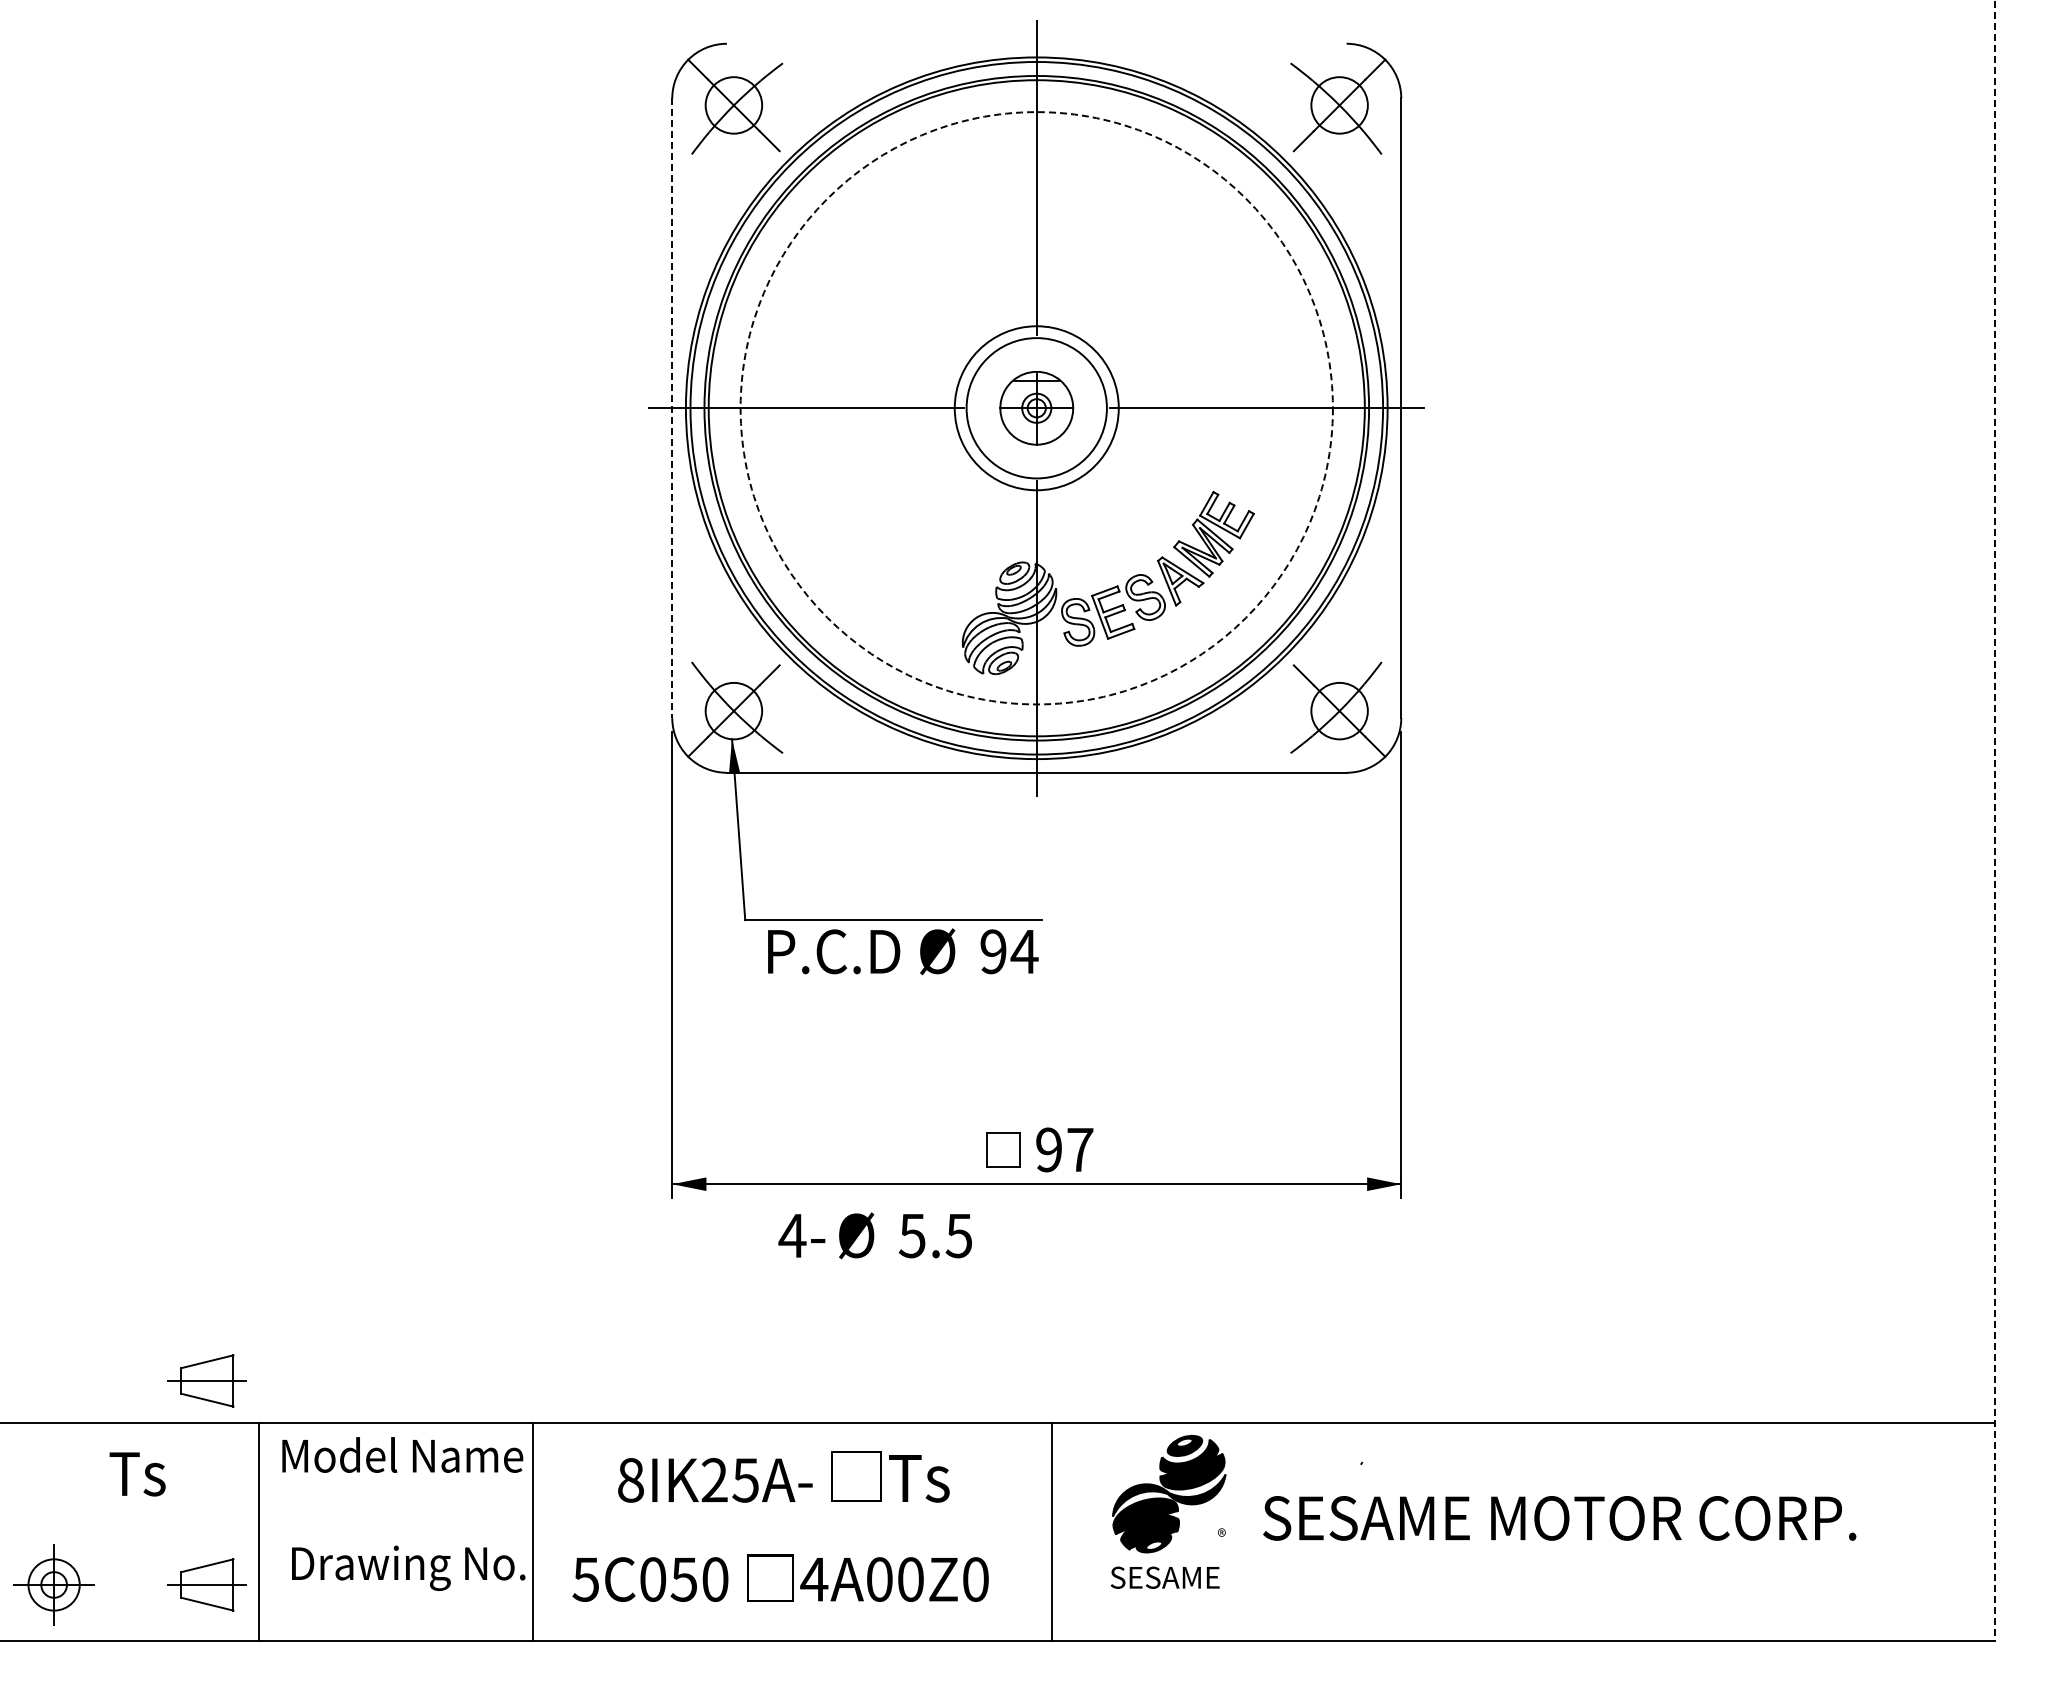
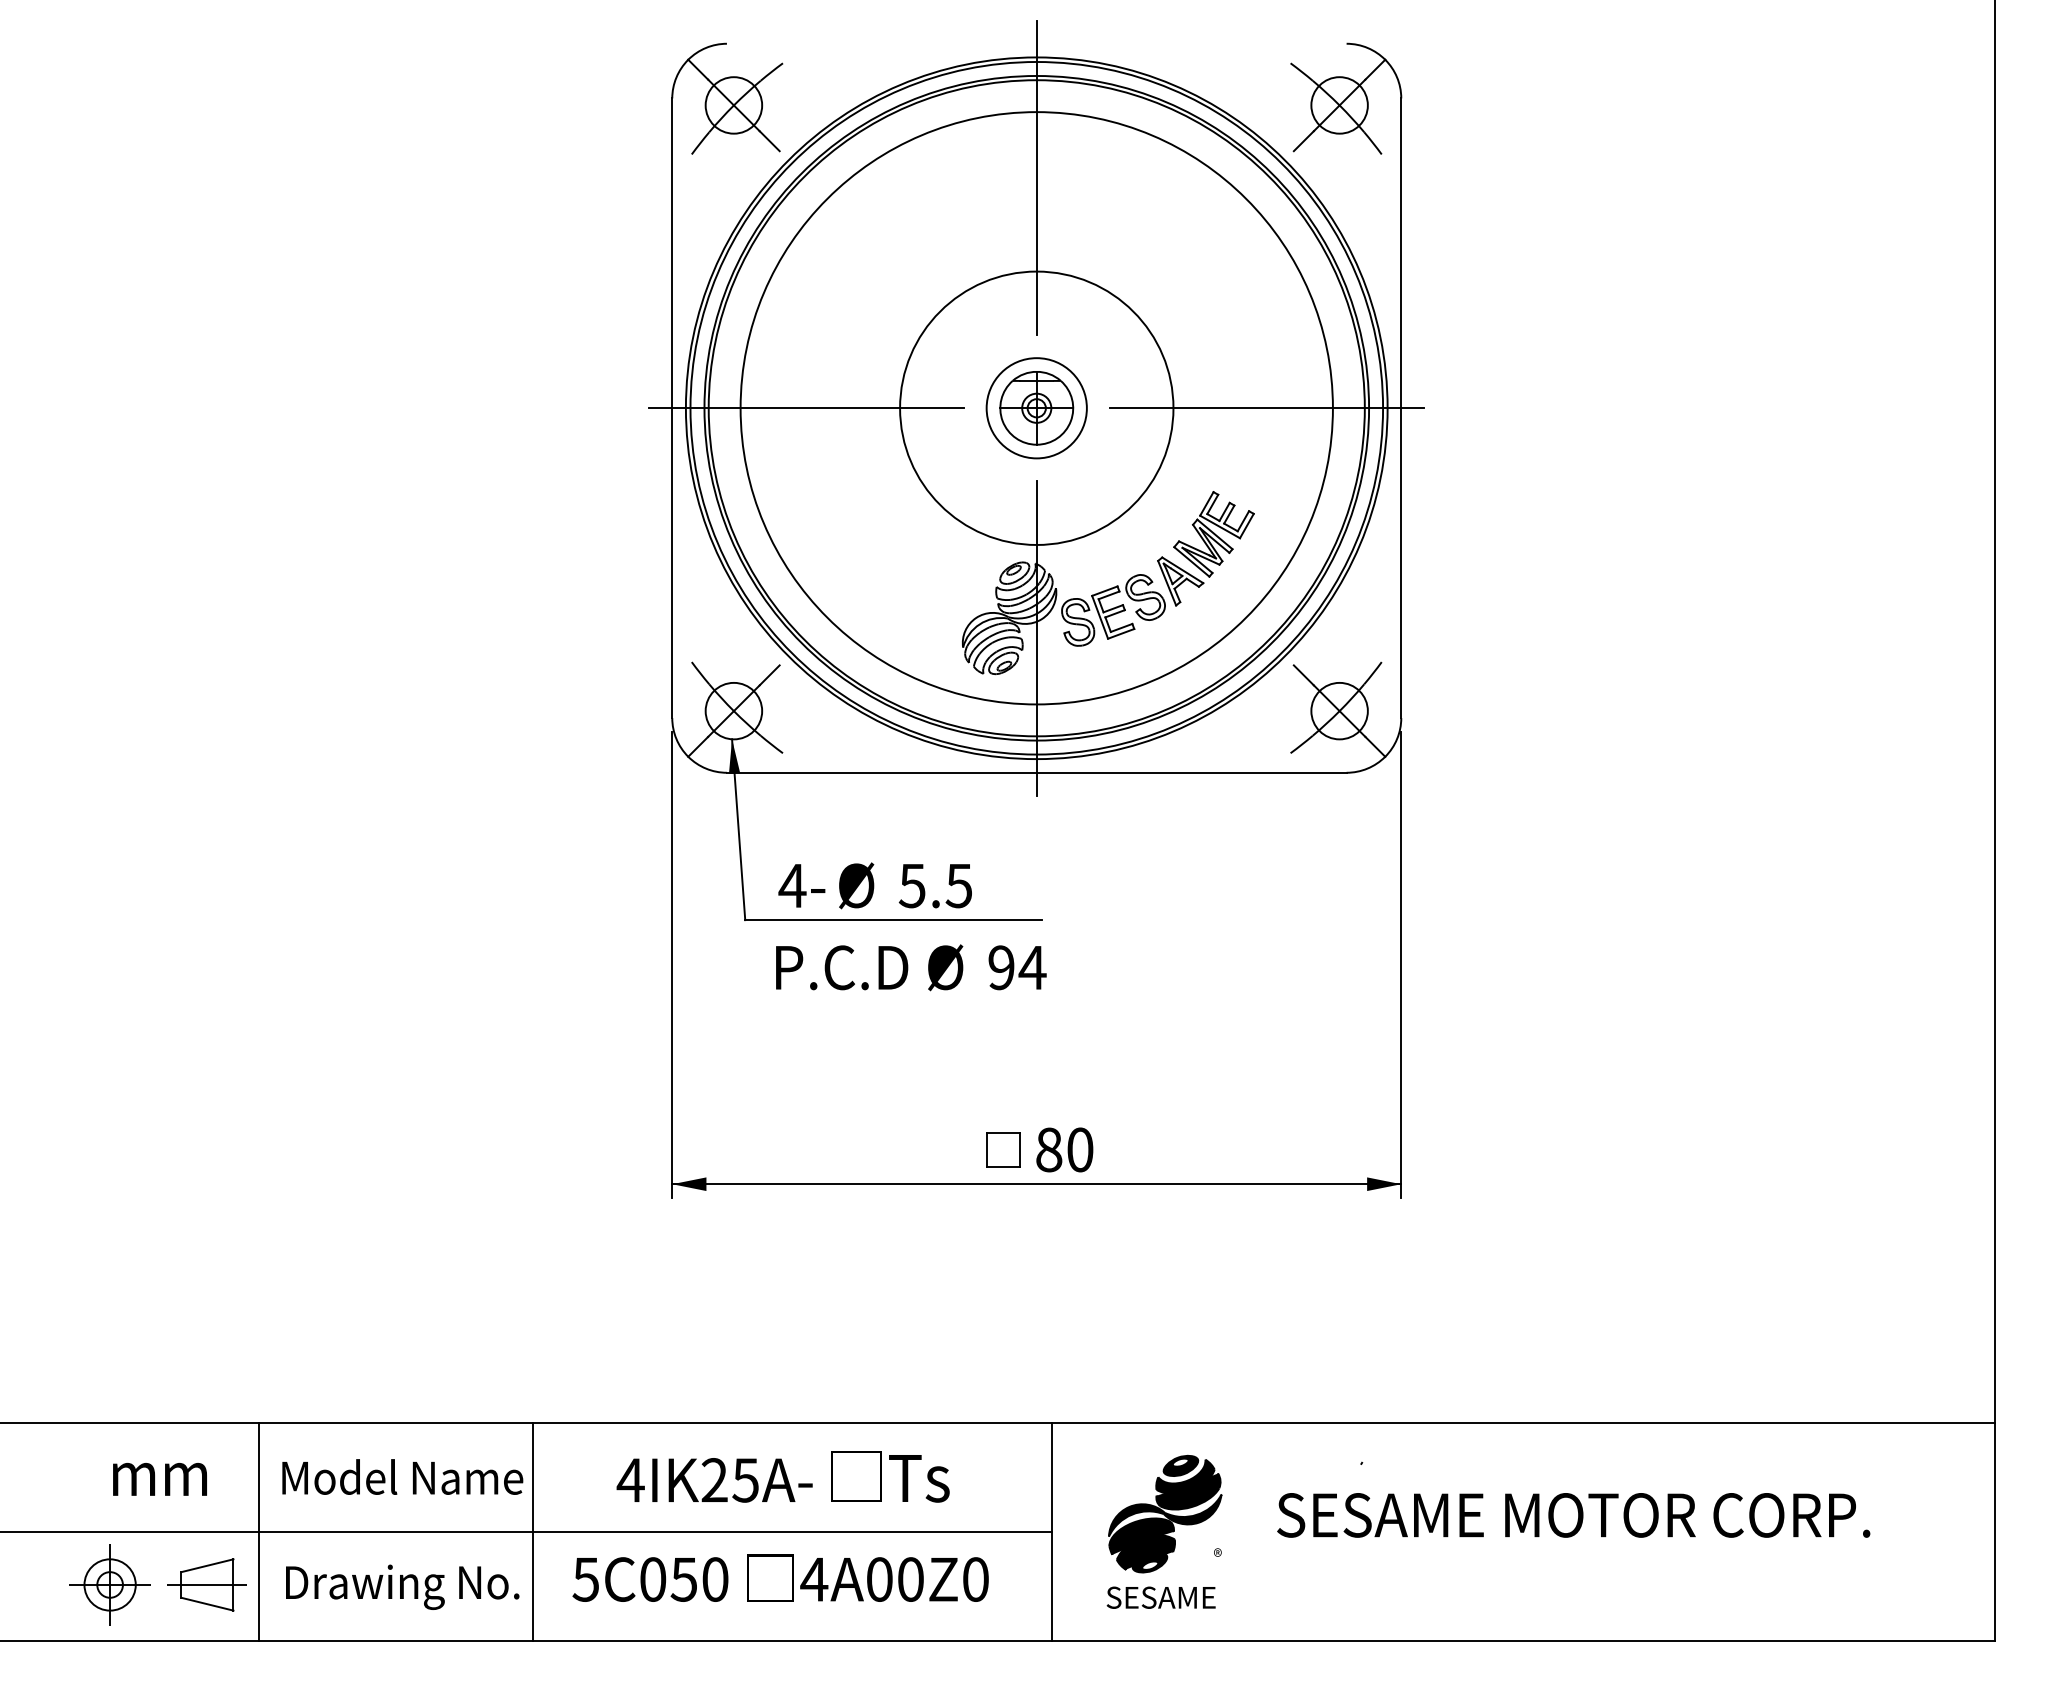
line at (672, 408): dashed -> solid
circle at (1036, 408) diameter: 140 px -> 100 px
circle at (1036, 408) diameter: 164 px -> 273 px
circle at (1036, 408): dashed -> solid
line at (1995, 821): dashed -> solid
text at (903, 951) position: (903, 951) -> (911, 967)
text at (1064, 1149): 97 -> 80
text at (874, 1235) position: (874, 1235) -> (874, 885)
part at (206, 1380): present -> none
text at (402, 1454) position: (402, 1454) -> (402, 1476)
text at (157, 1474): Ts -> mm
text at (630, 1480): 8IK25A- -> 4IK25A-
part at (1168, 1511) position: (1168, 1511) -> (1164, 1531)
text at (1559, 1518) position: (1559, 1518) -> (1573, 1515)
line at (527, 1532): none -> present
text at (408, 1567) position: (408, 1567) -> (402, 1586)
part at (53, 1584) position: (53, 1584) -> (109, 1584)
